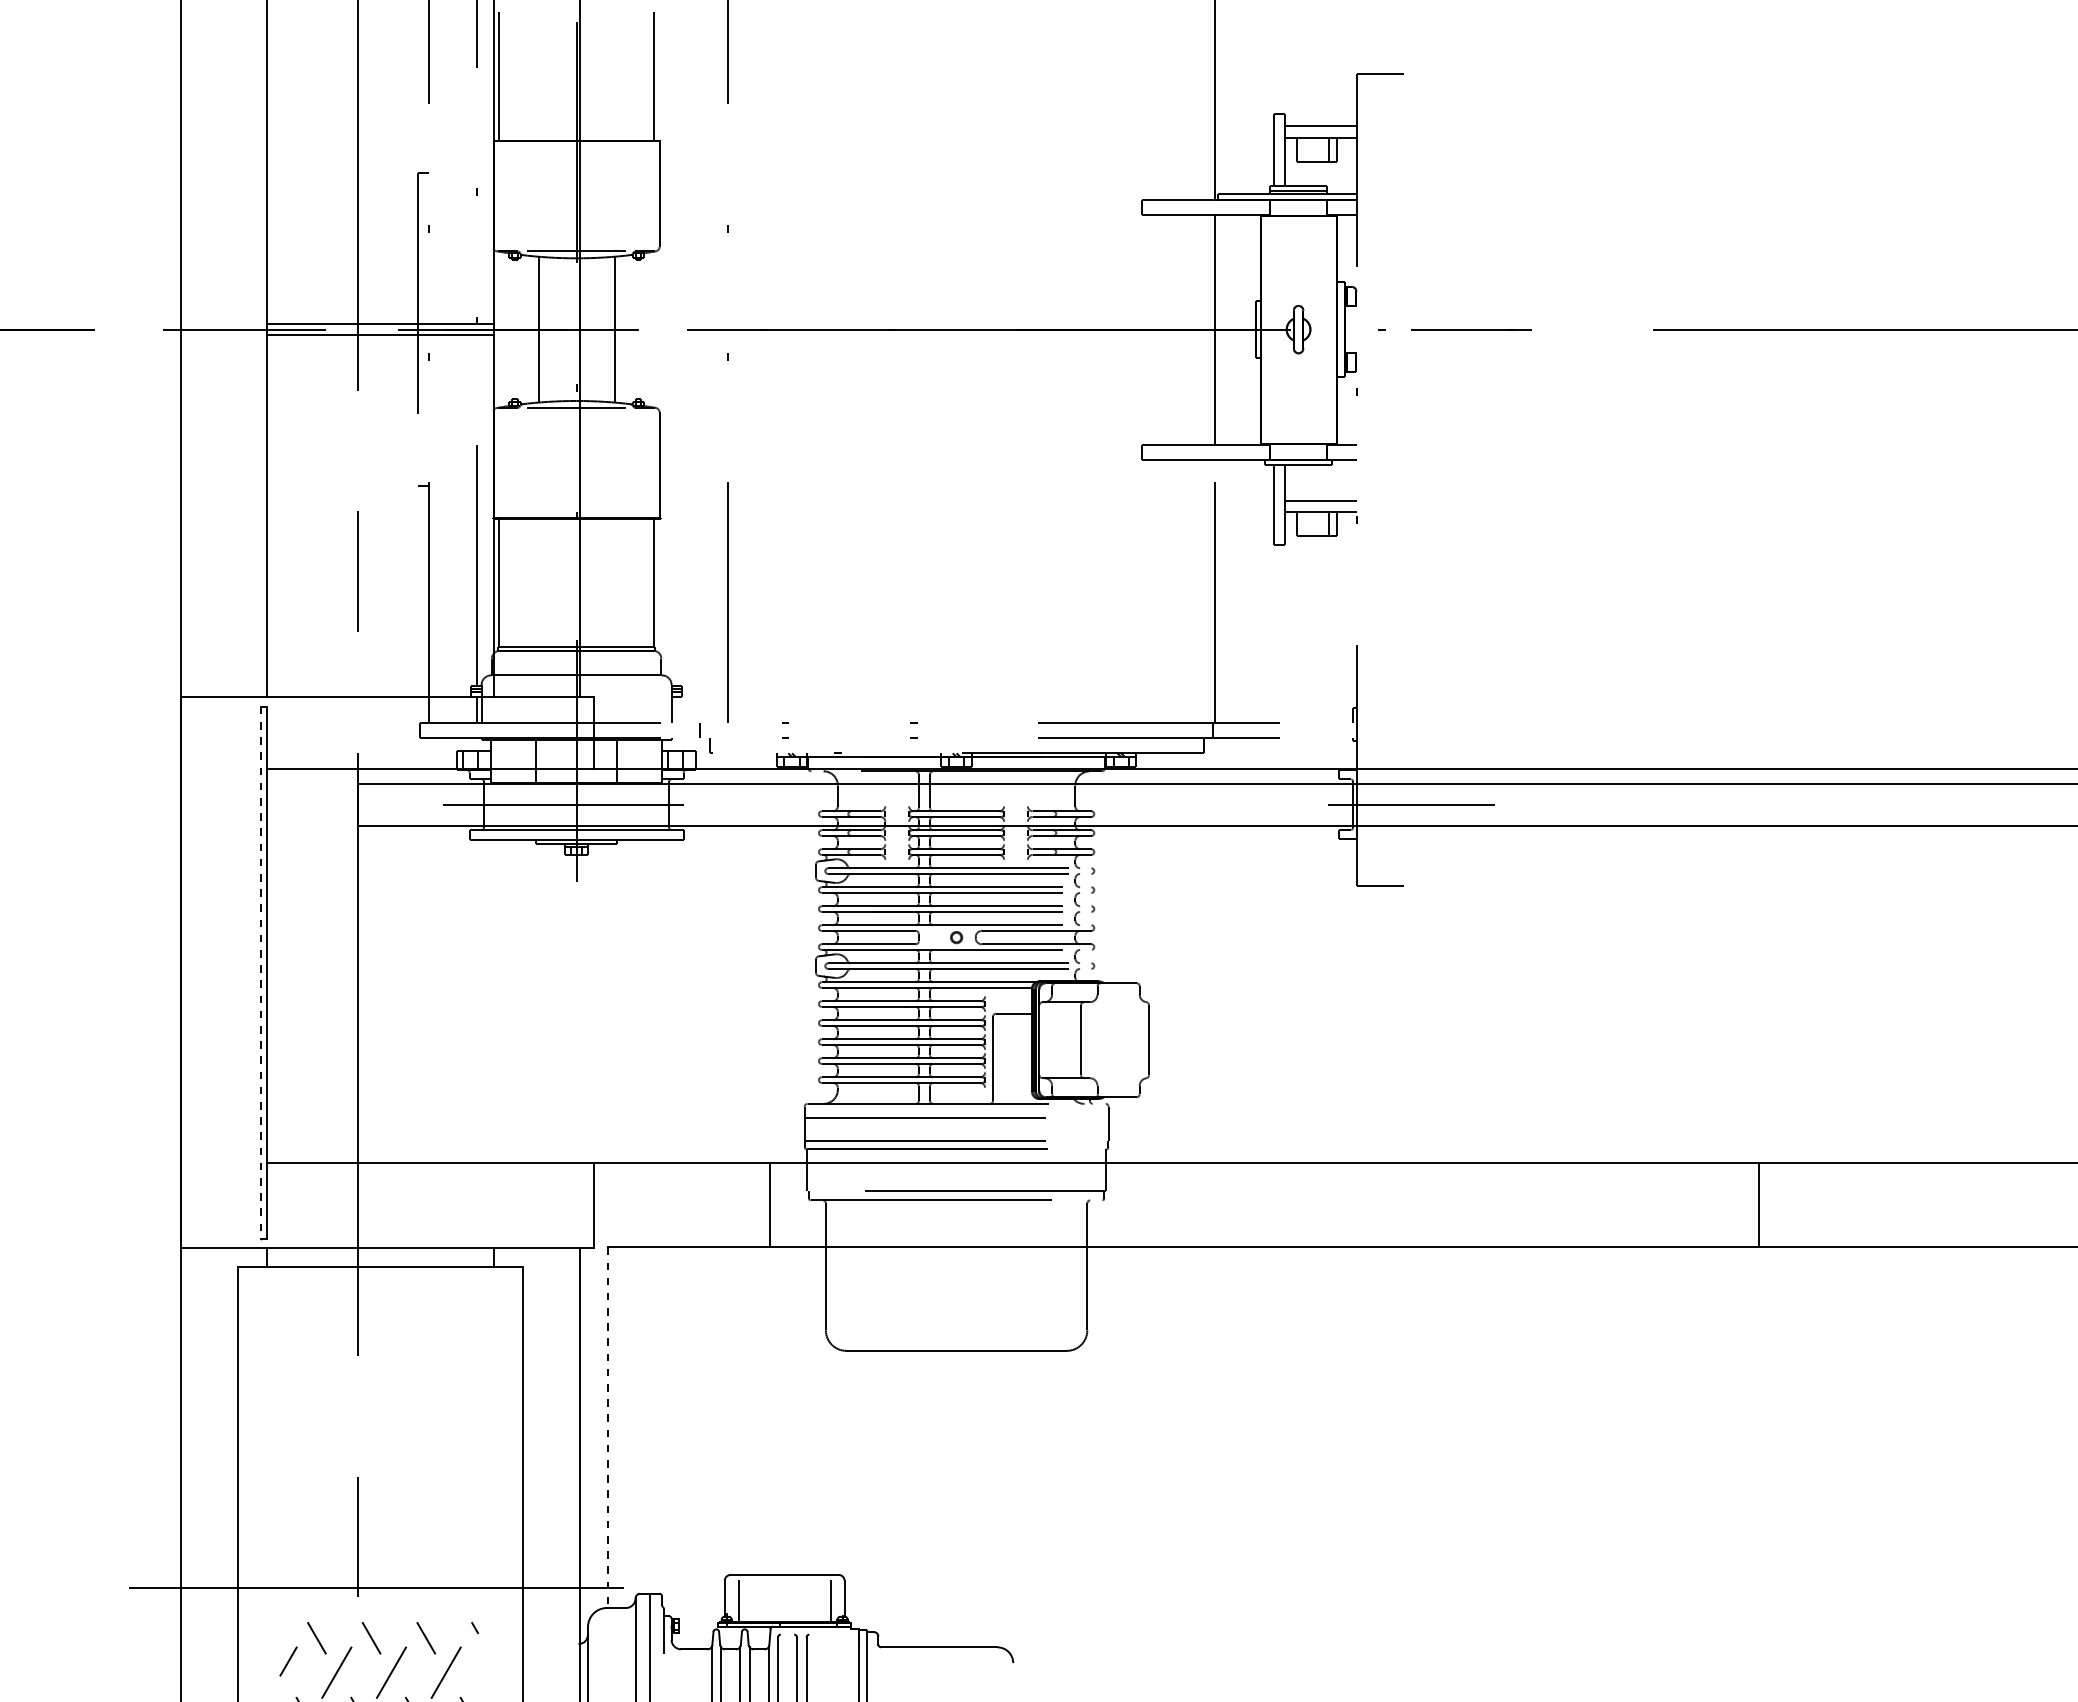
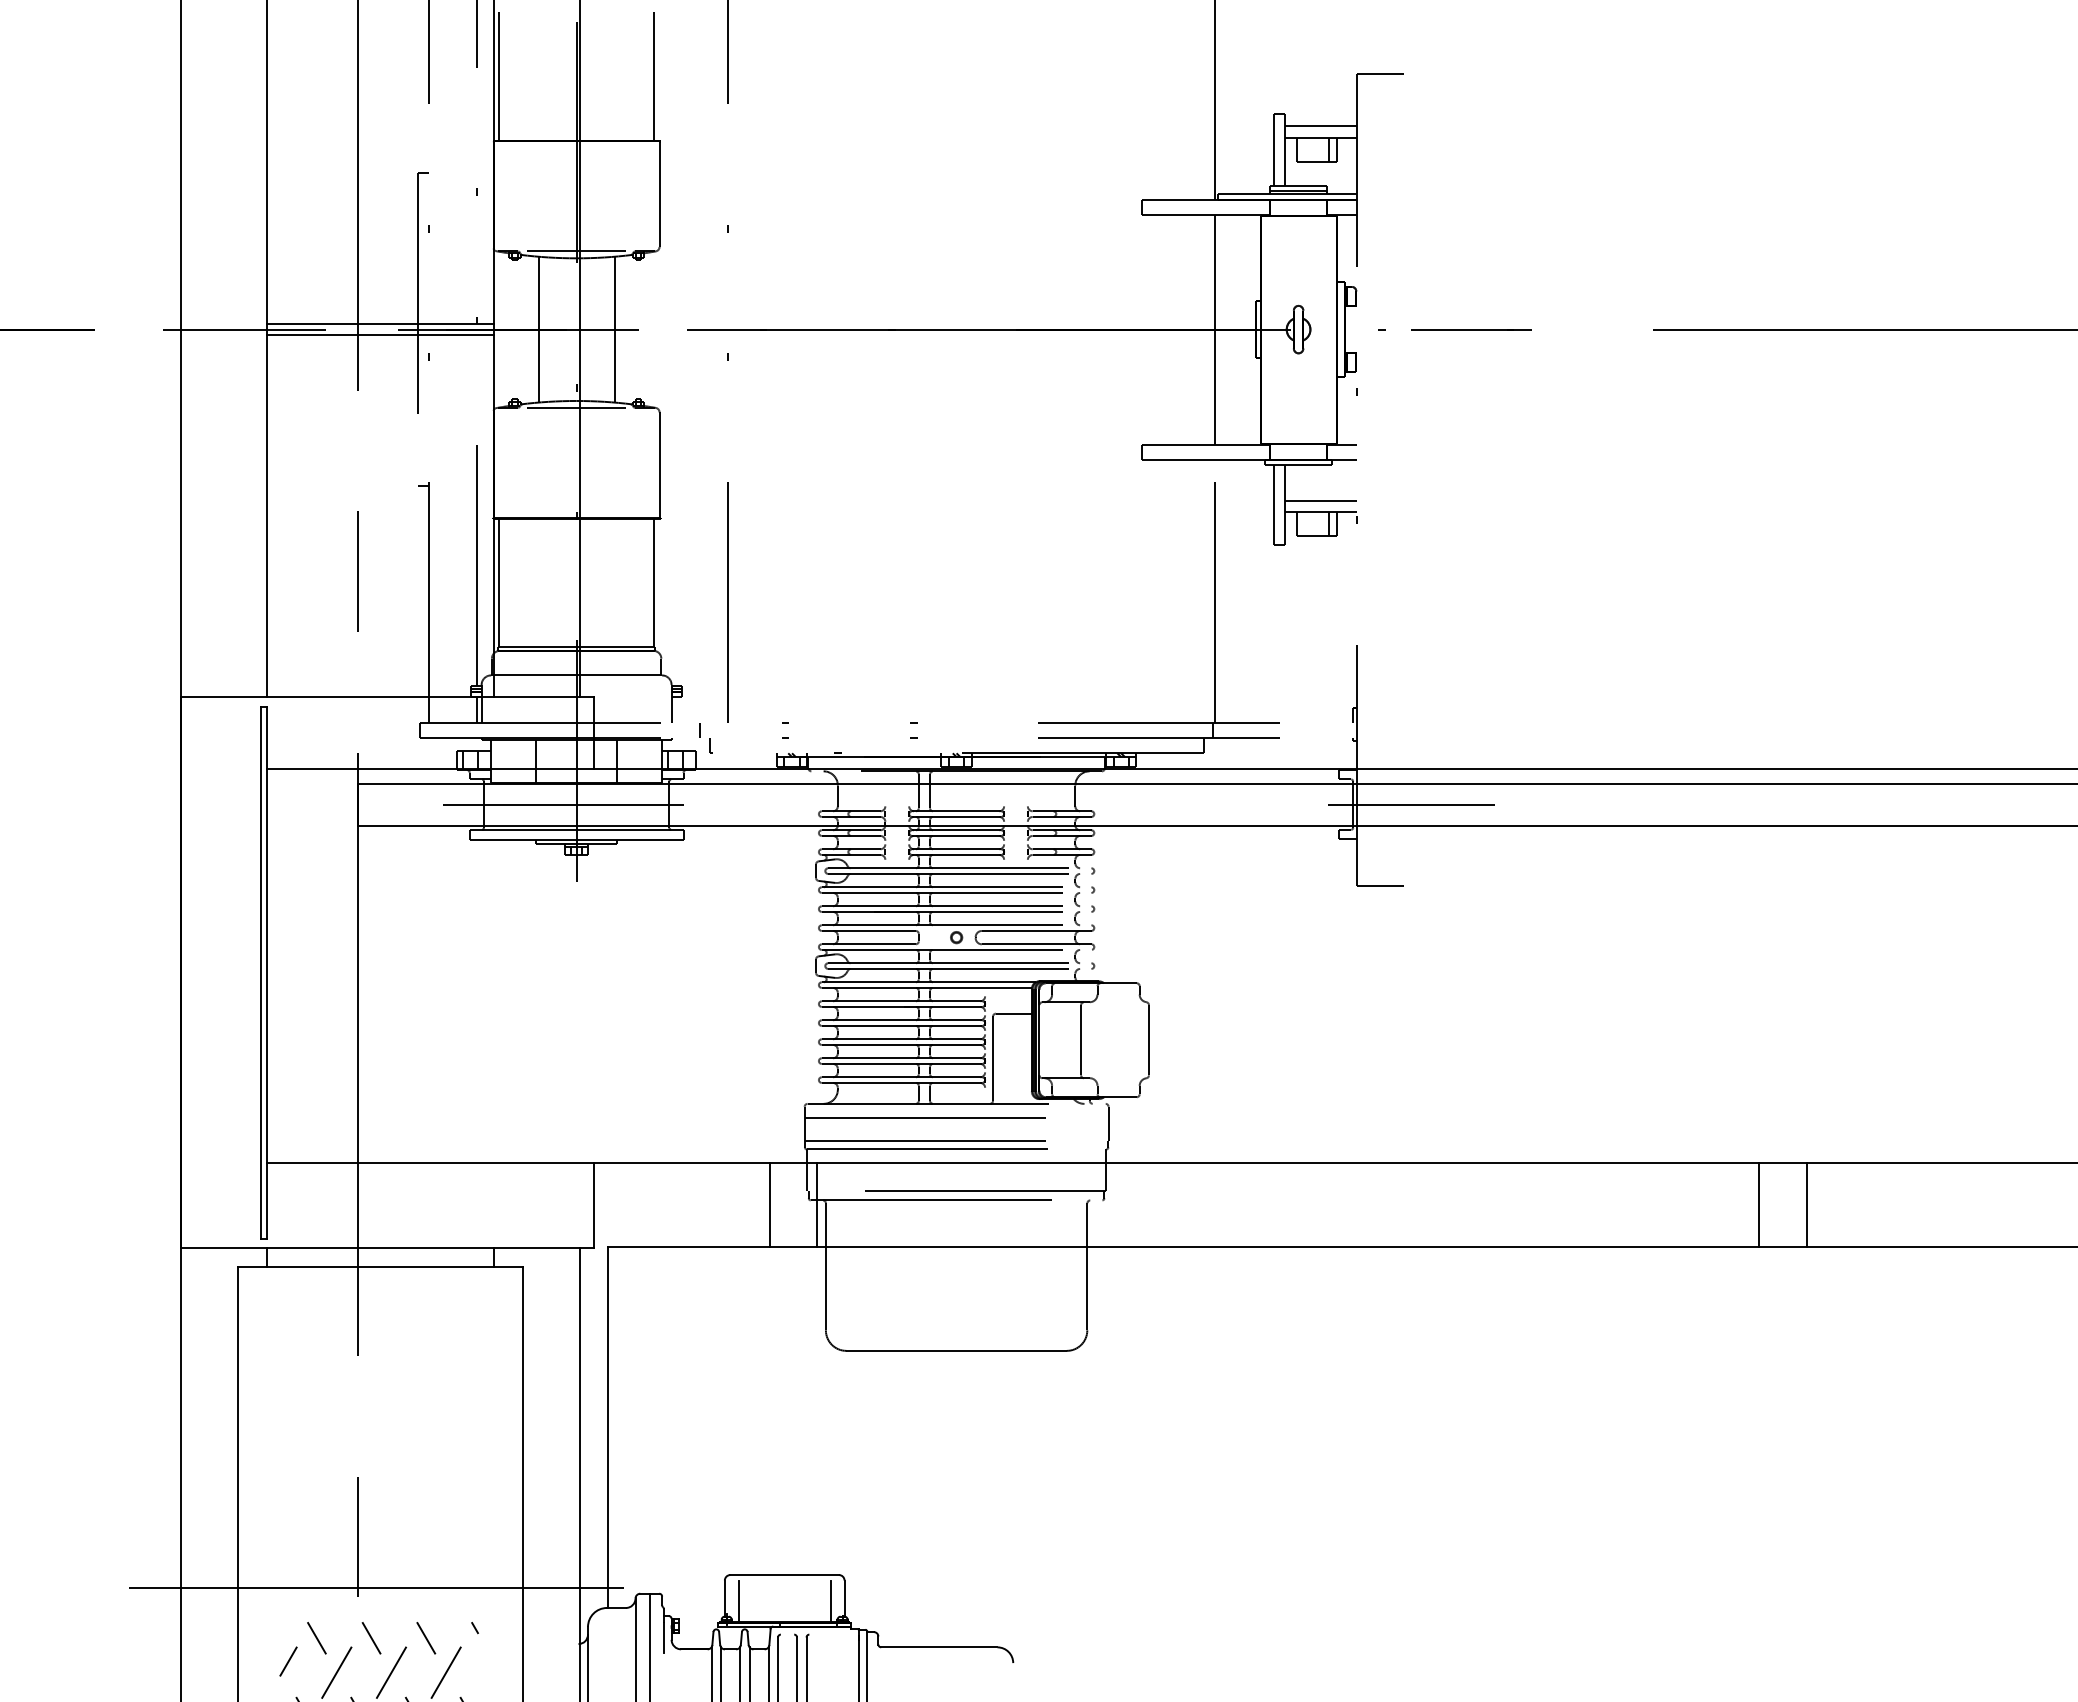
line at (261, 972): dashed -> solid
line at (816, 1204): none -> present
line at (1806, 1204): none -> present
line at (608, 1428): dashed -> solid
